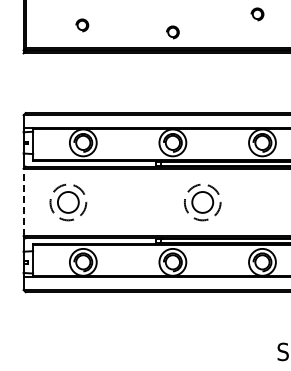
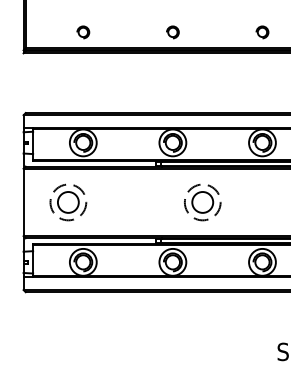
part at (257, 14) position: (257, 14) -> (262, 32)
part at (82, 25) position: (82, 25) -> (83, 32)
line at (23, 202): dashed -> solid
